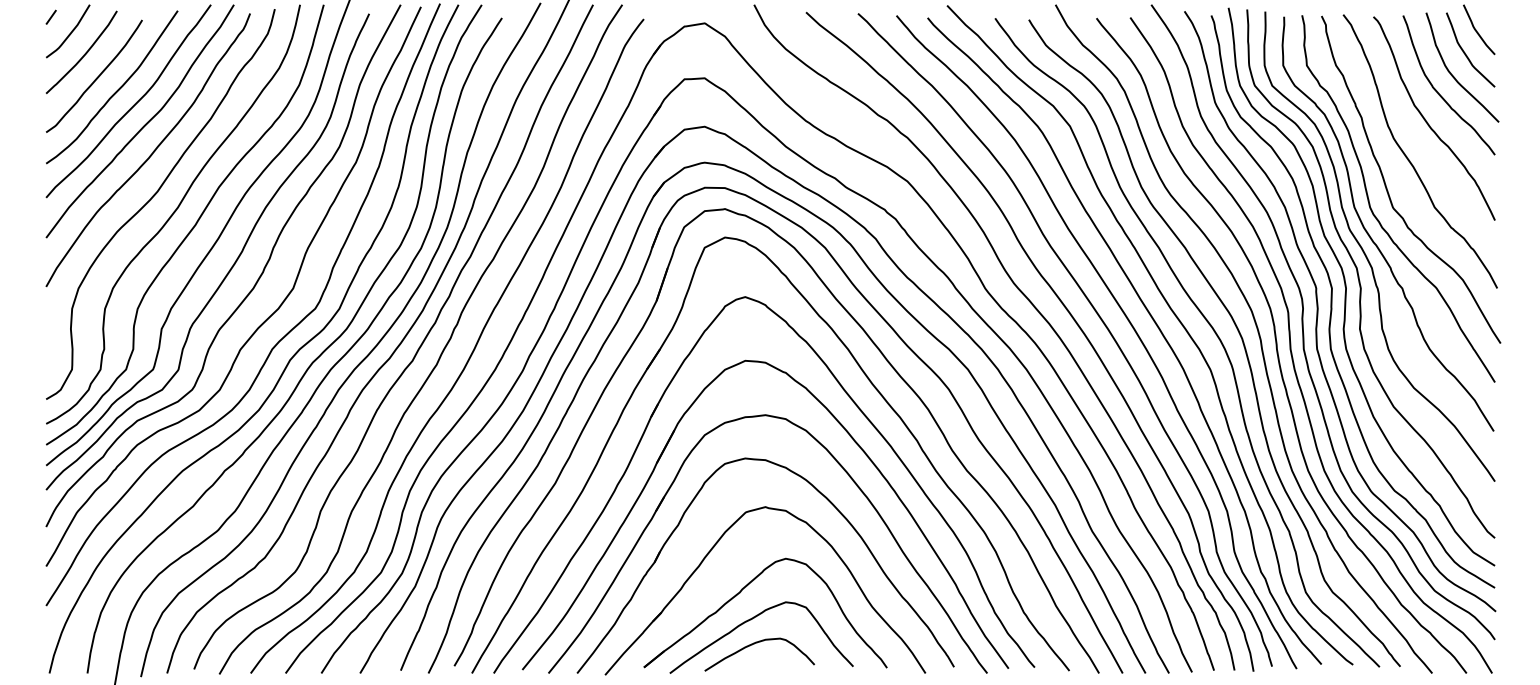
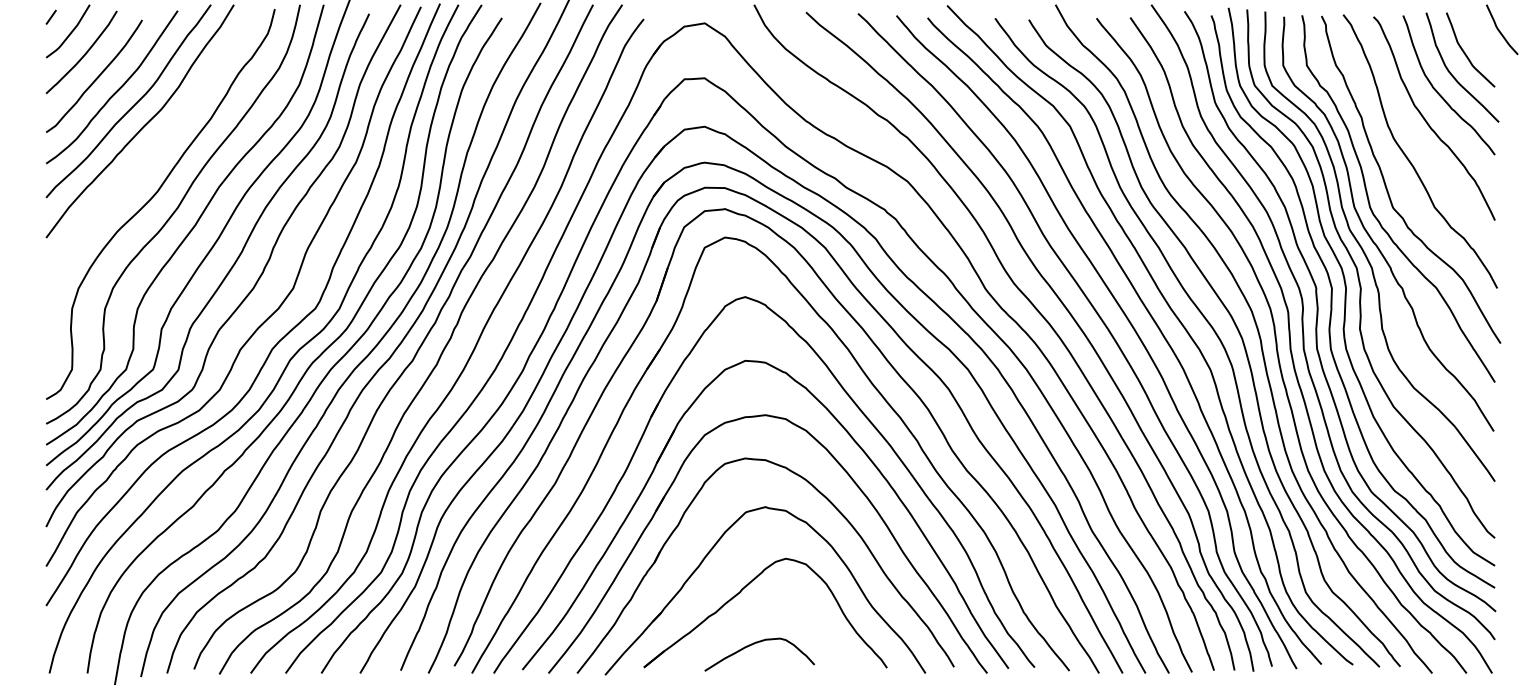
curve at (1477, 31) position: (1477, 31) -> (1500, 31)
curve at (151, 153): present -> none
curve at (752, 619): present -> none
